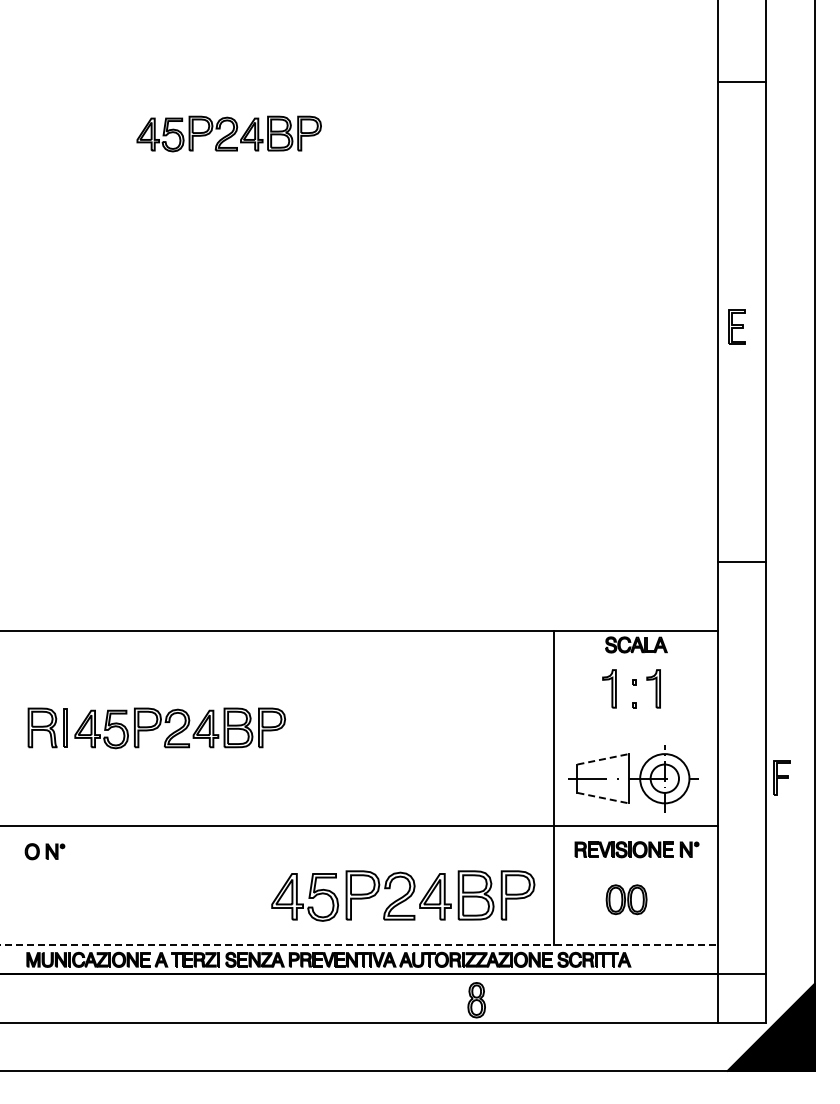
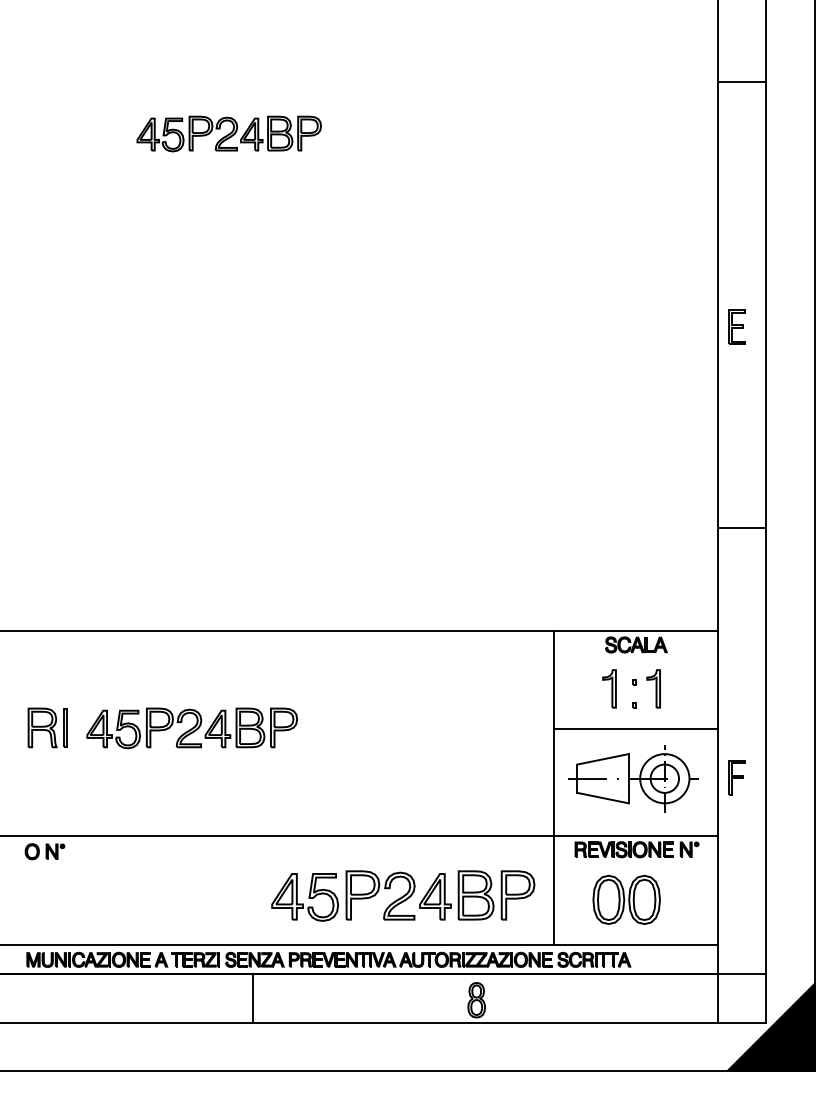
line at (742, 561) position: (742, 561) -> (742, 527)
part at (179, 728) position: (179, 728) -> (191, 728)
line at (635, 728): none -> present
line at (603, 759): dashed -> solid
part at (781, 777) position: (781, 777) -> (736, 777)
line at (603, 798): dashed -> solid
line at (360, 825) position: (360, 825) -> (360, 835)
part at (626, 899) size: 43x32 px -> 69x51 px
line at (359, 945): dashed -> solid
line at (252, 998): none -> present
